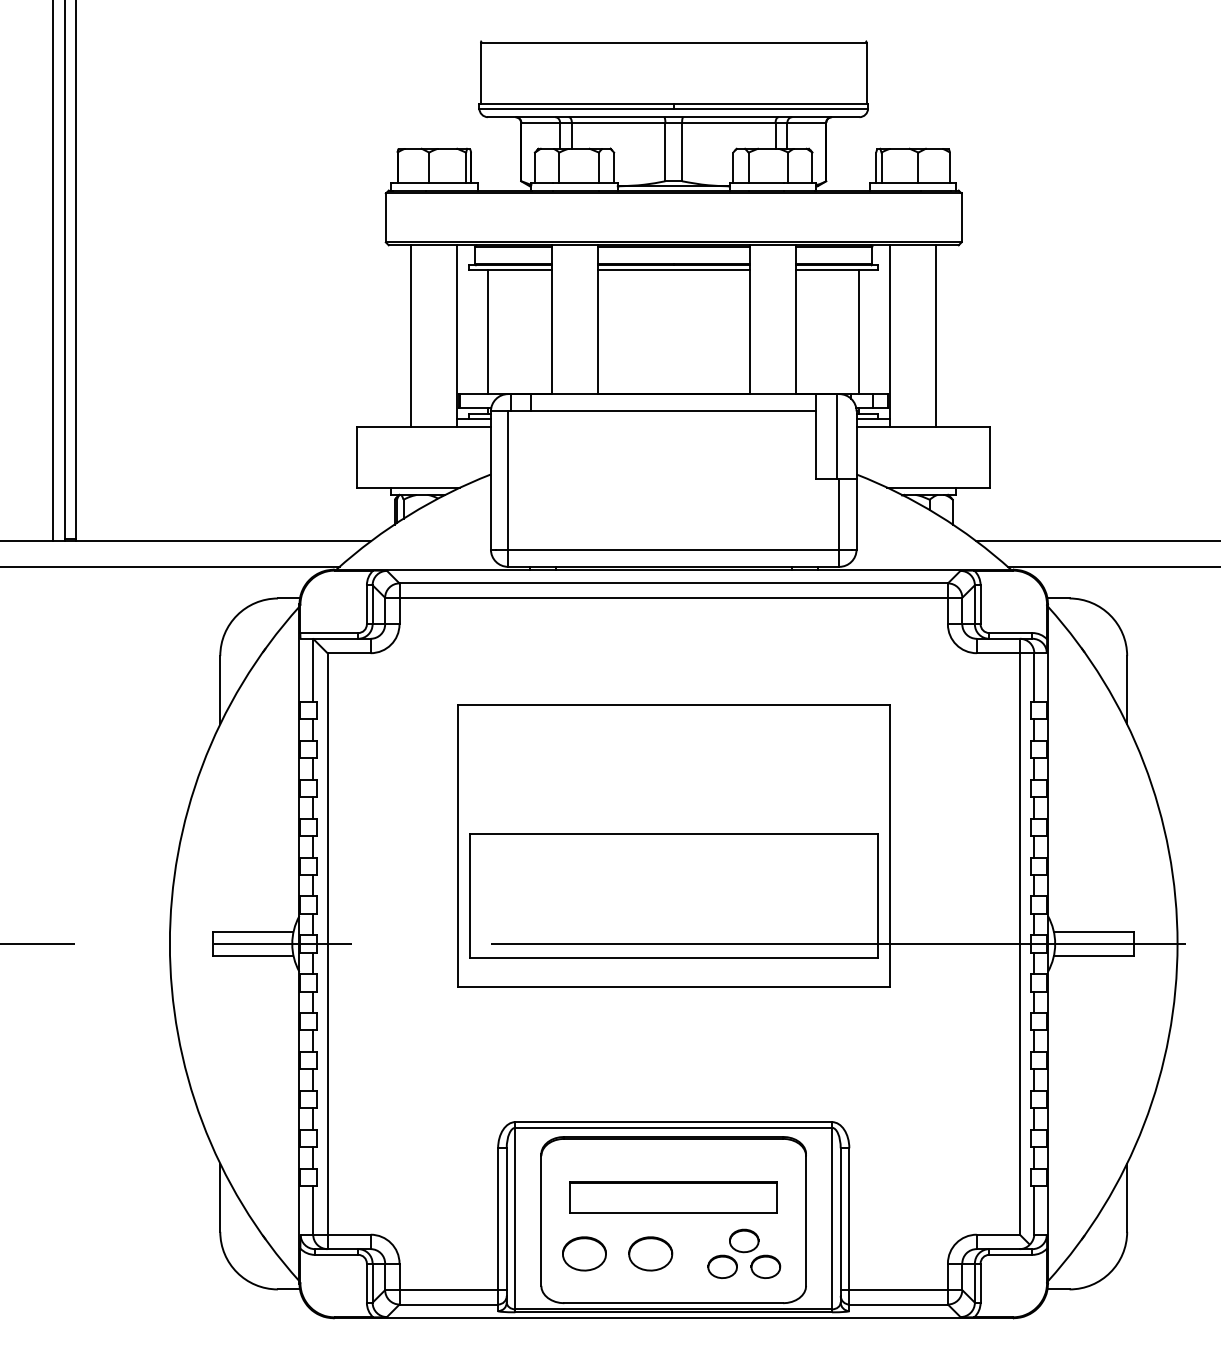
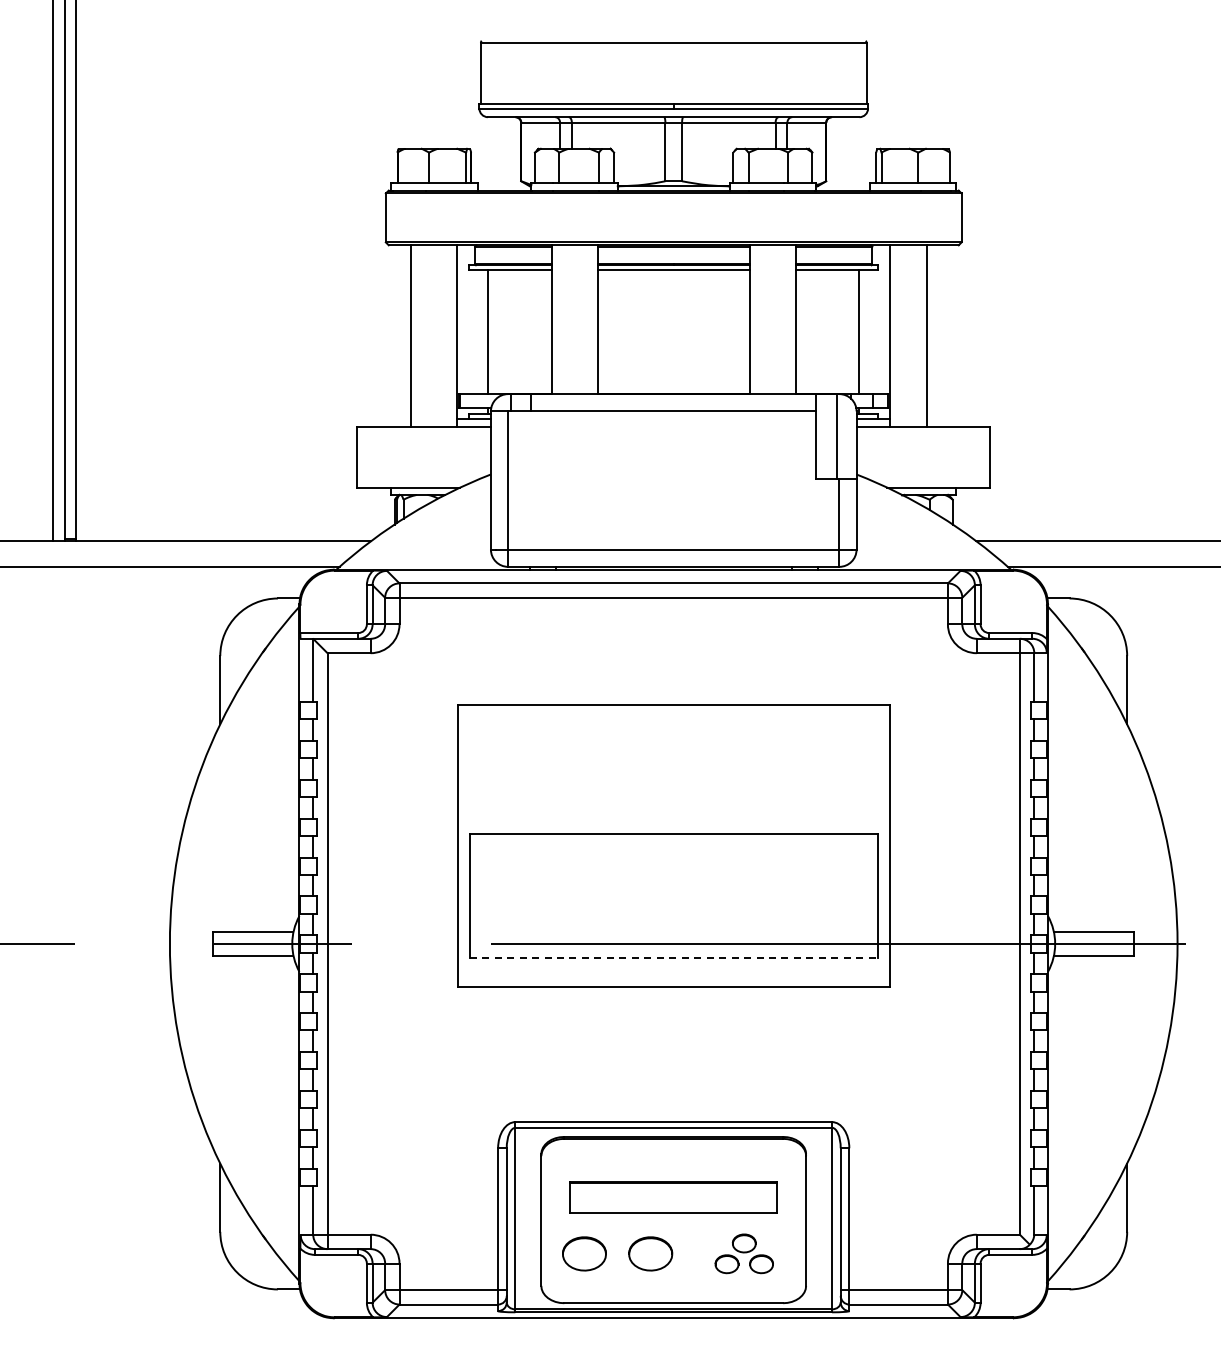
line at (936, 336) position: (936, 336) -> (927, 336)
line at (674, 957): solid -> dashed
part at (744, 1253) size: 75x51 px -> 60x42 px
